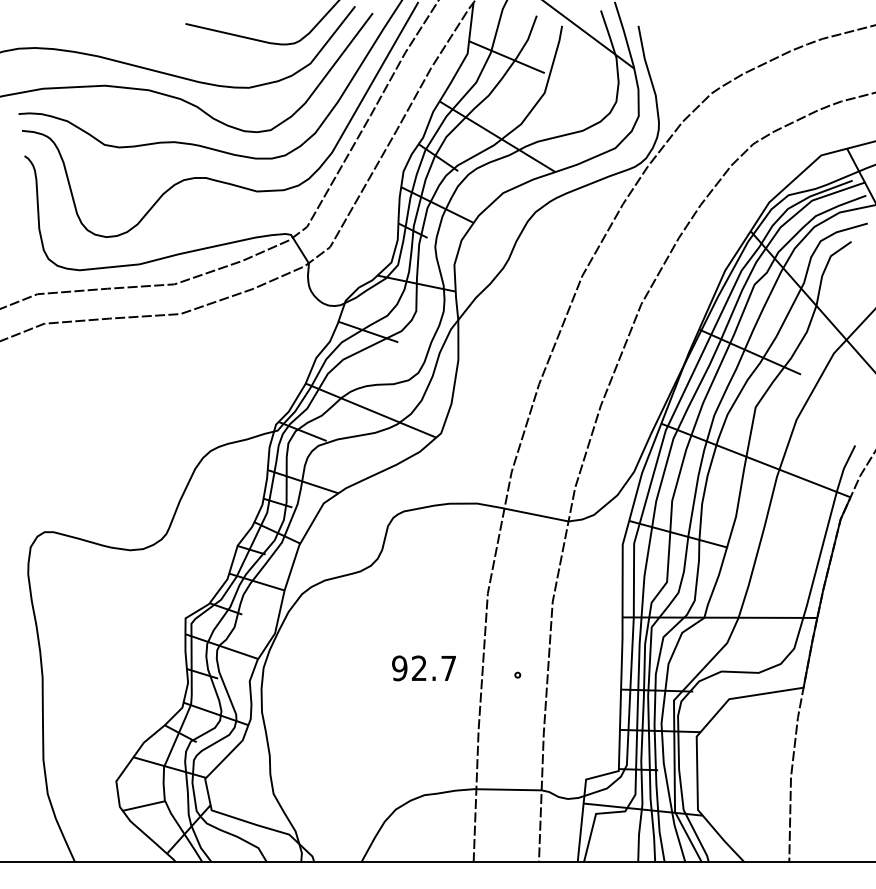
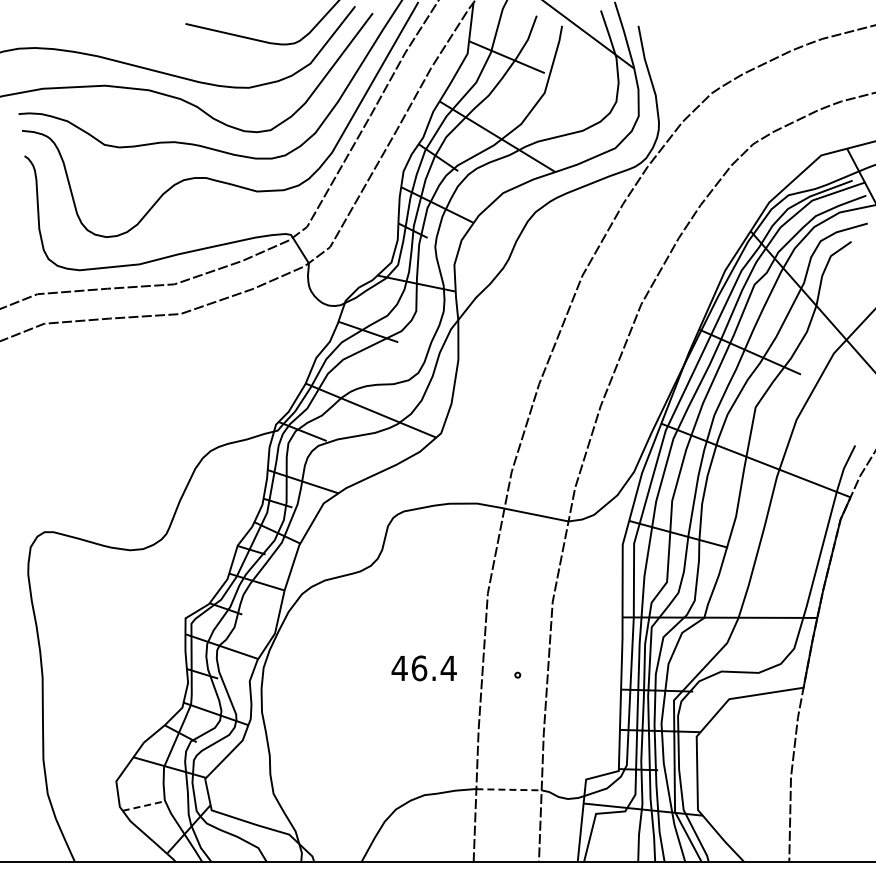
text at (423, 668): 92.7 -> 46.4
line at (509, 789): solid -> dashed
line at (144, 806): solid -> dashed
